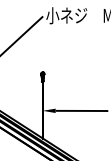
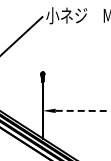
line at (82, 110): solid -> dashed
